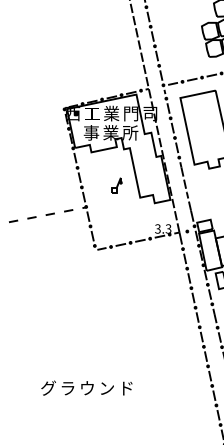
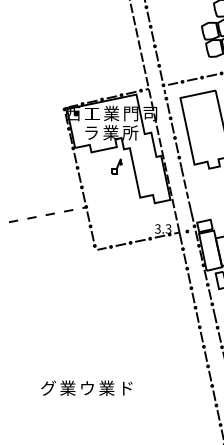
text at (91, 132): 事 -> ラ
part at (116, 185) position: (116, 185) -> (116, 166)
text at (67, 387): ラ -> 業
text at (106, 387): ン -> 業
